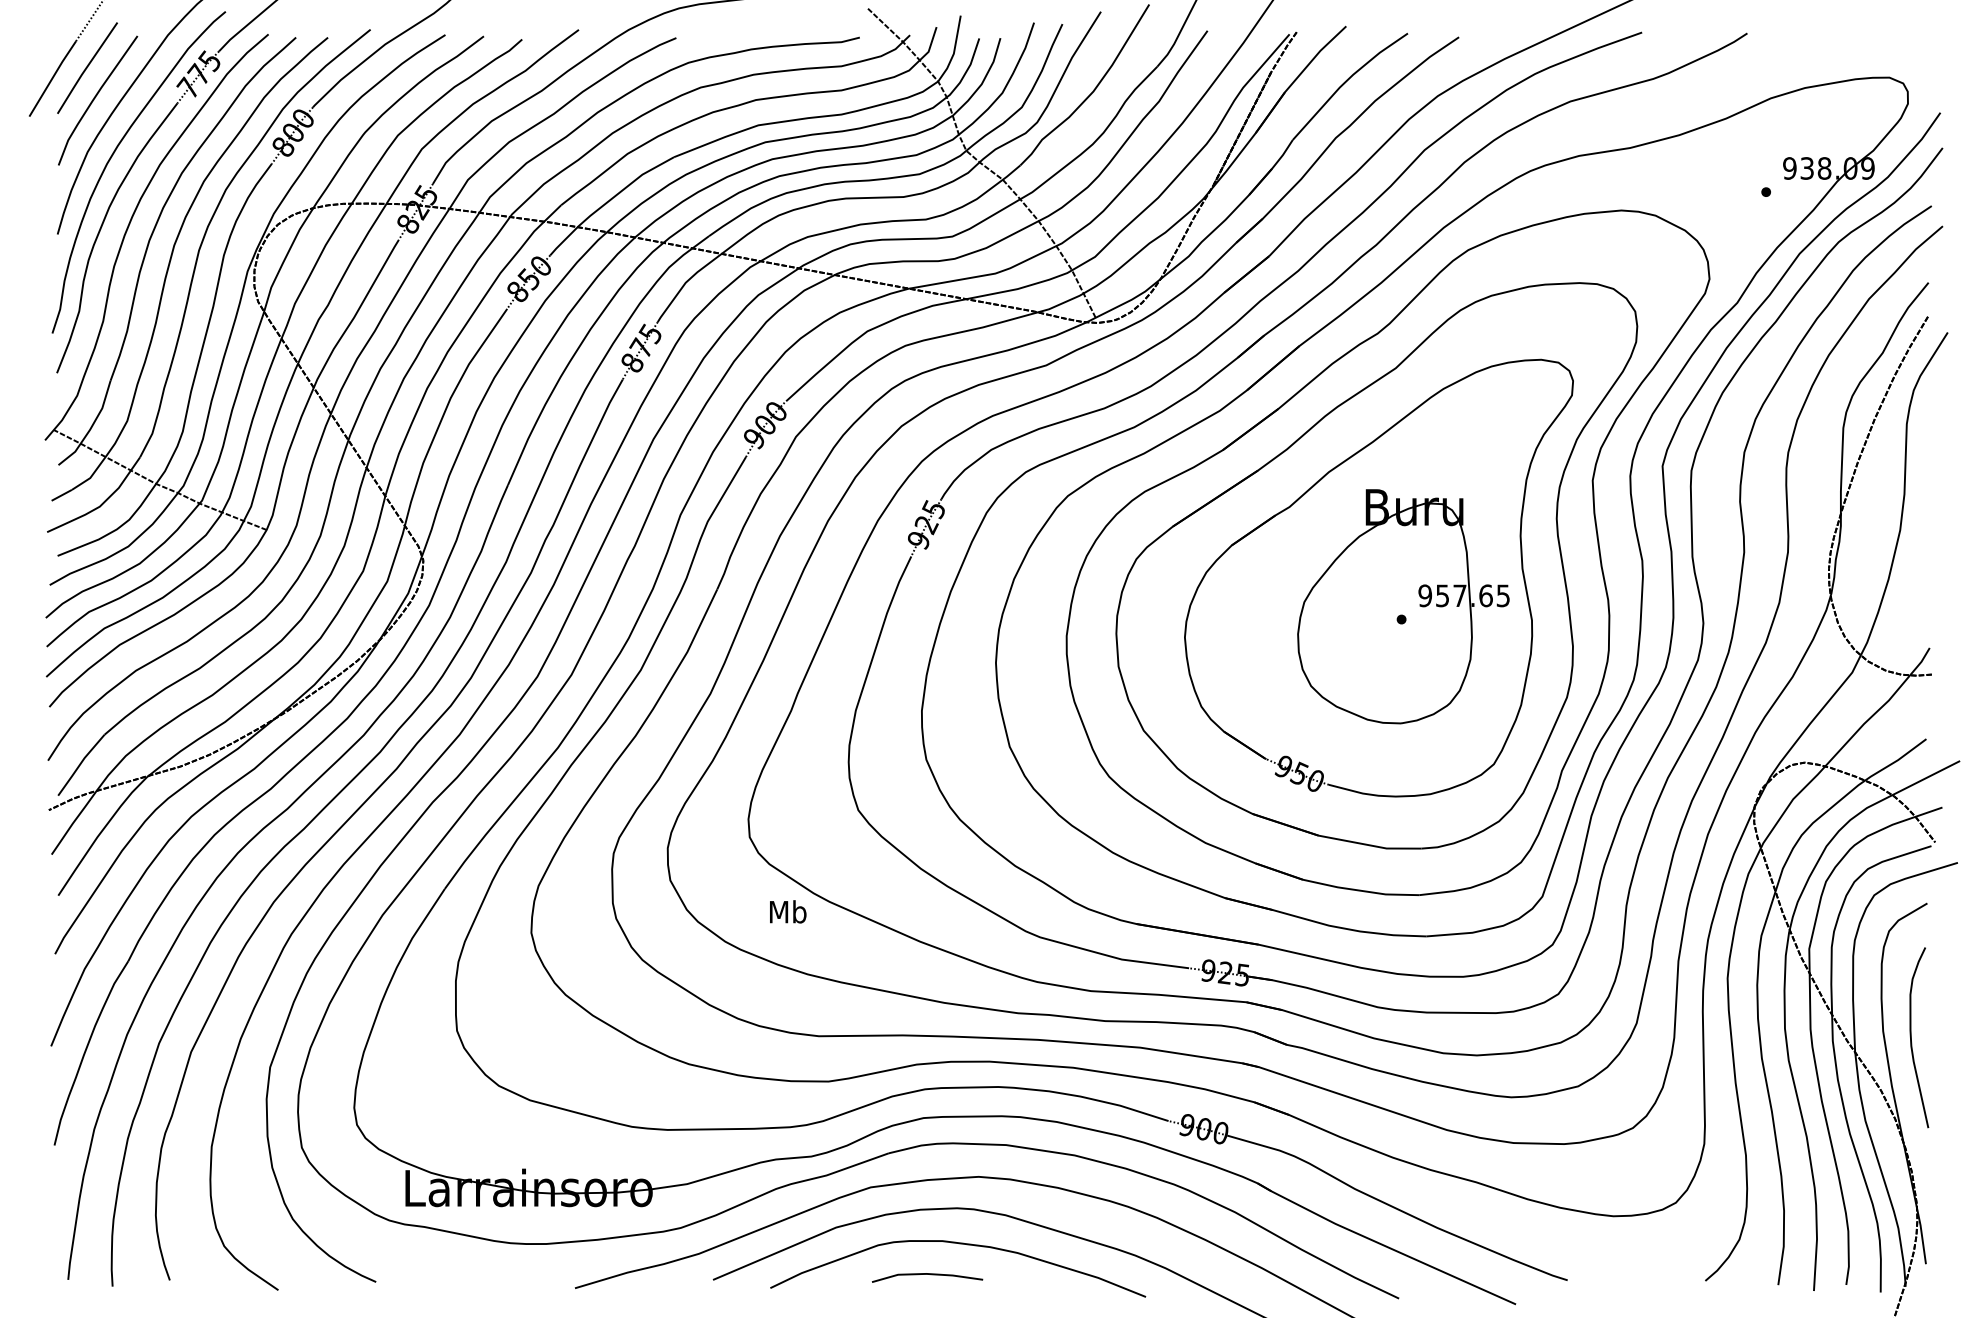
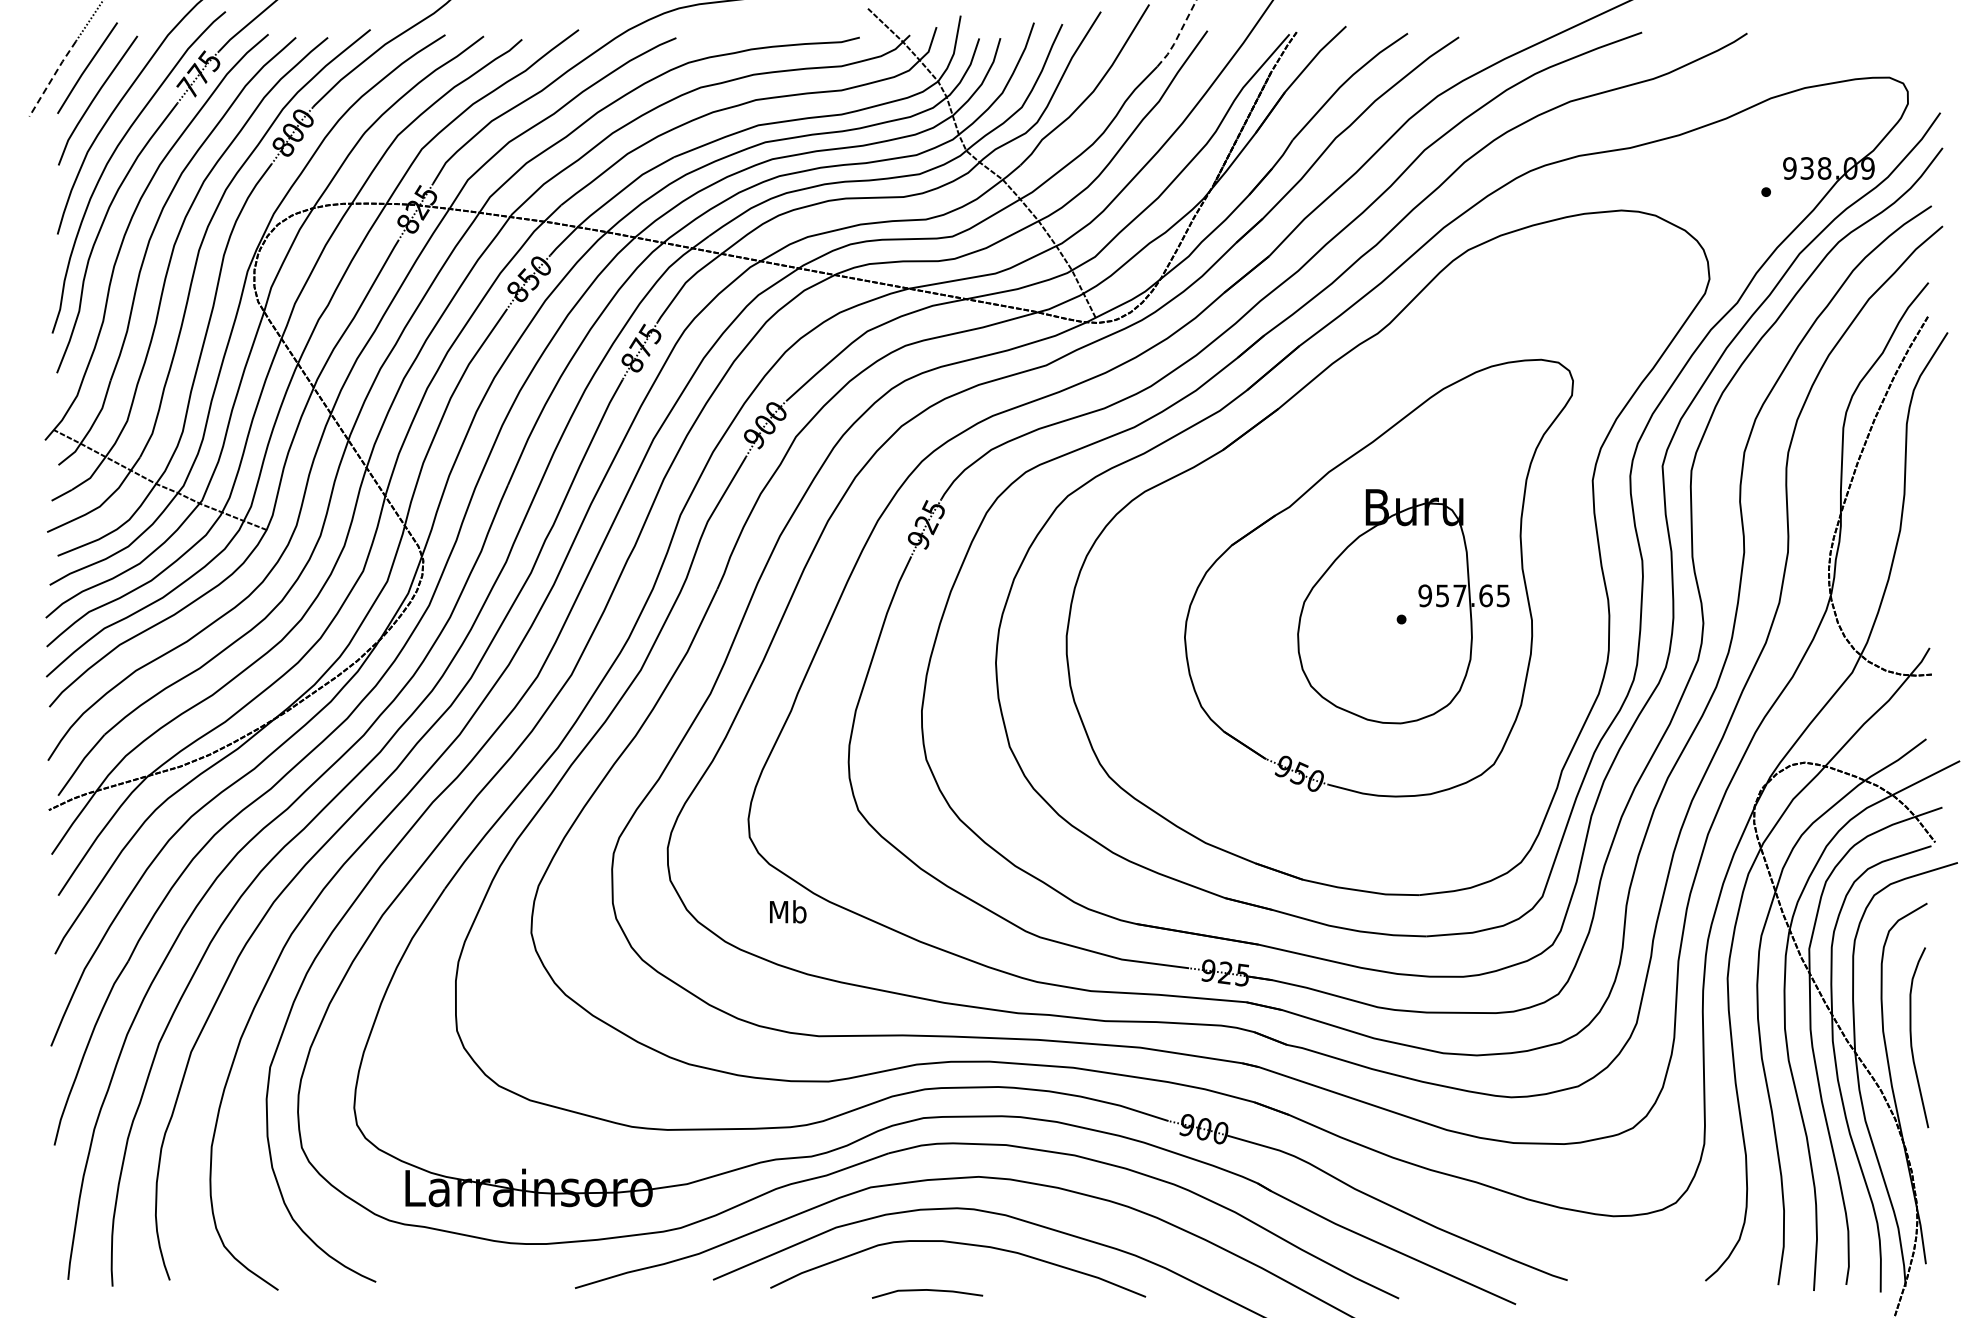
line at (1178, 36): solid -> dashed
line at (52, 78): solid -> dashed
part at (1376, 565): present -> none
line at (927, 1274) position: (927, 1274) -> (927, 1290)
